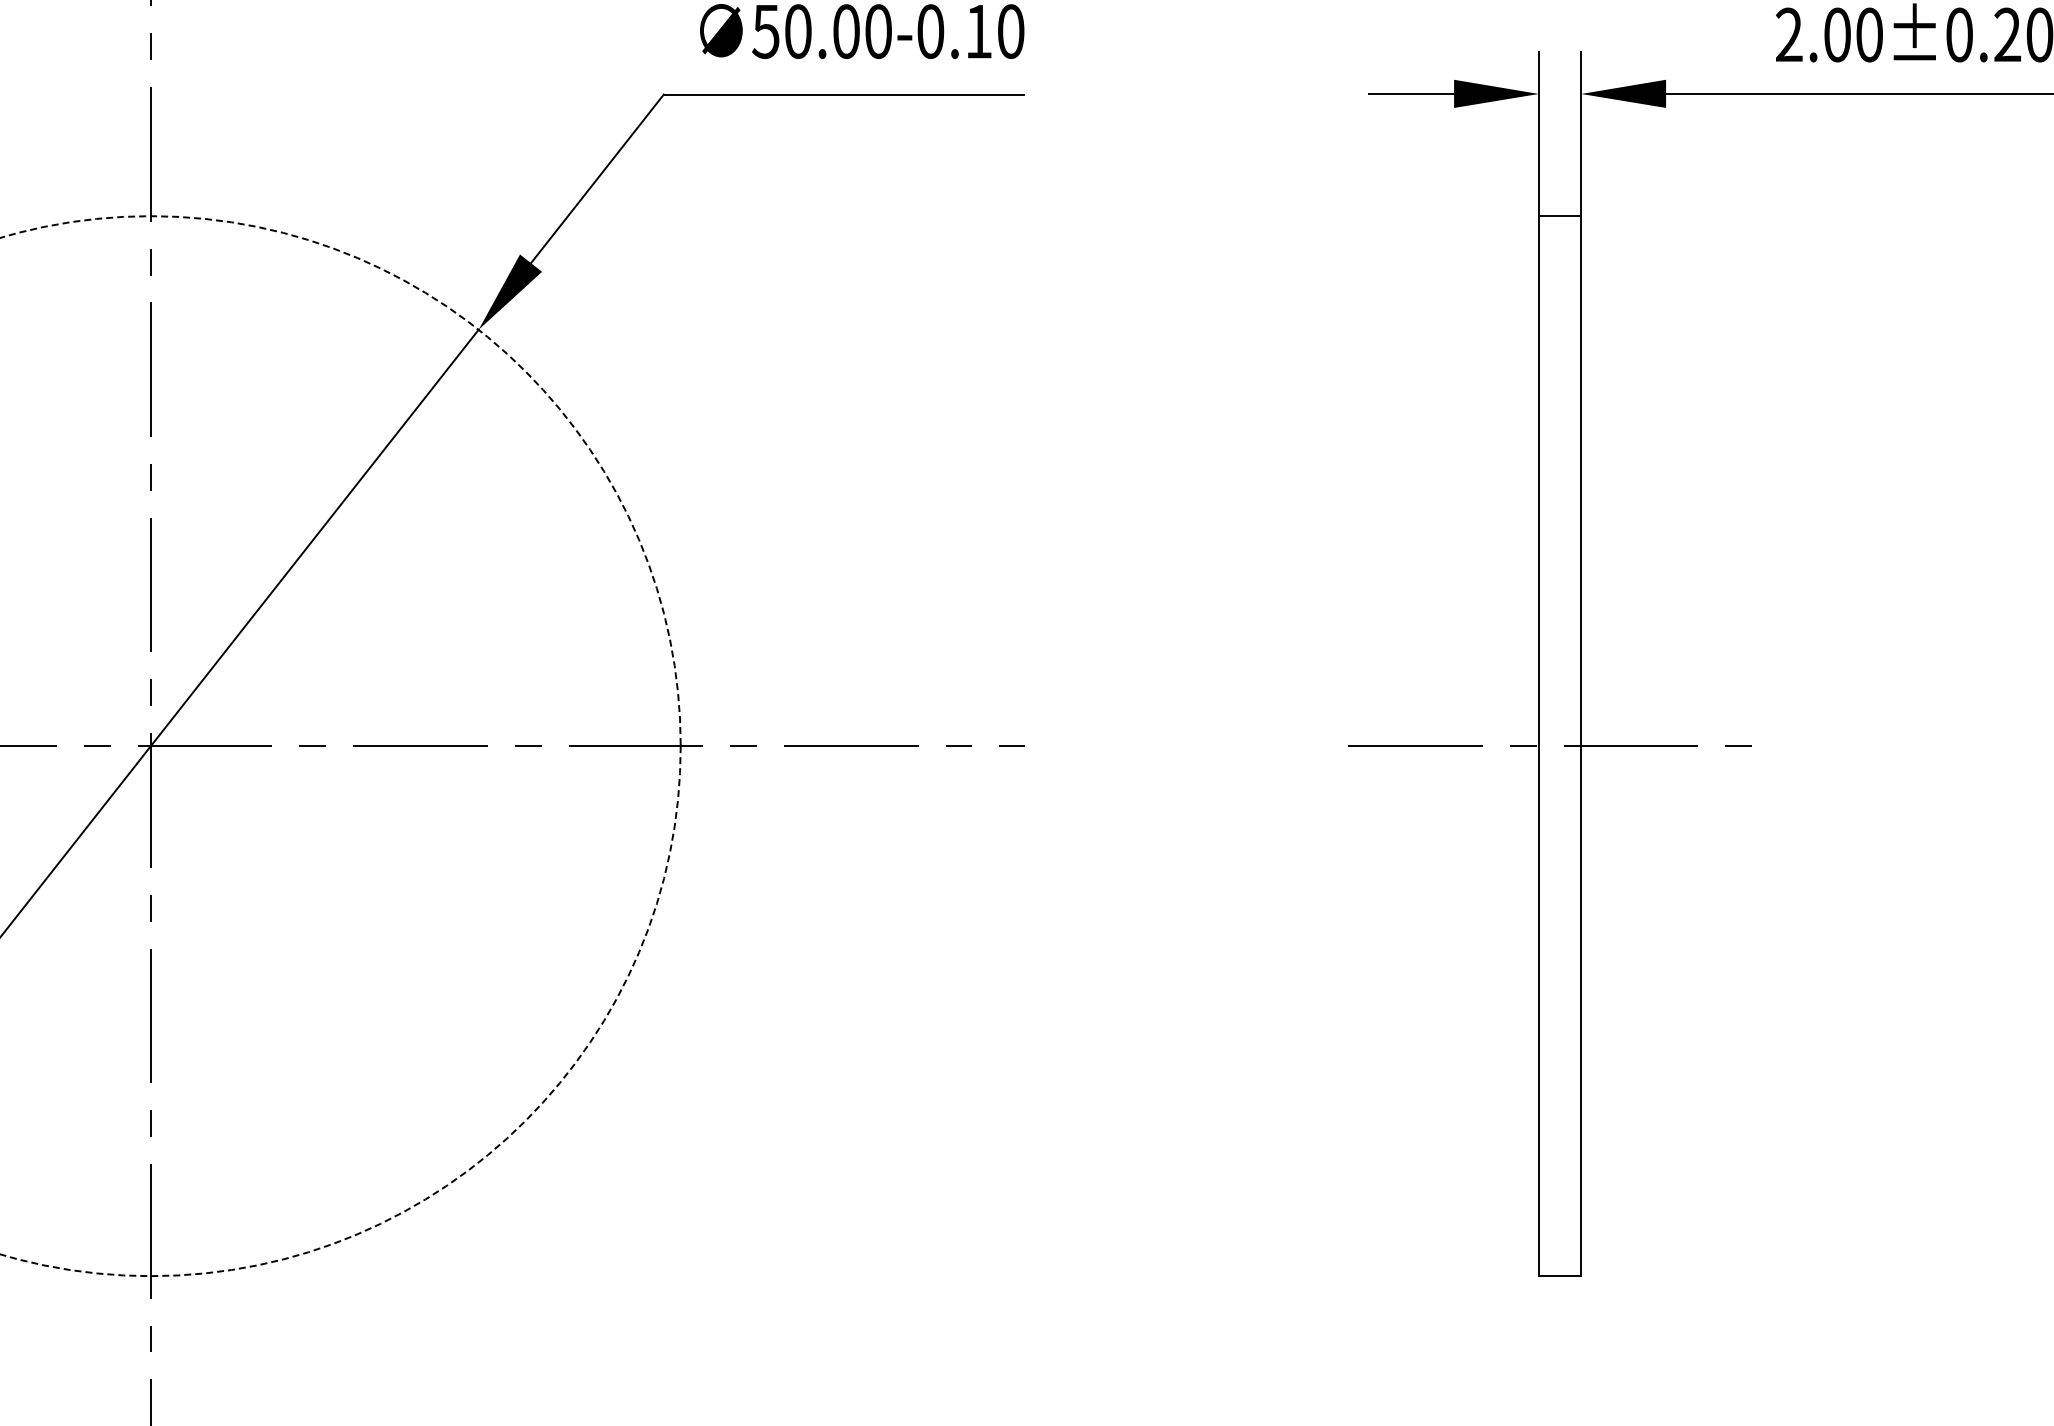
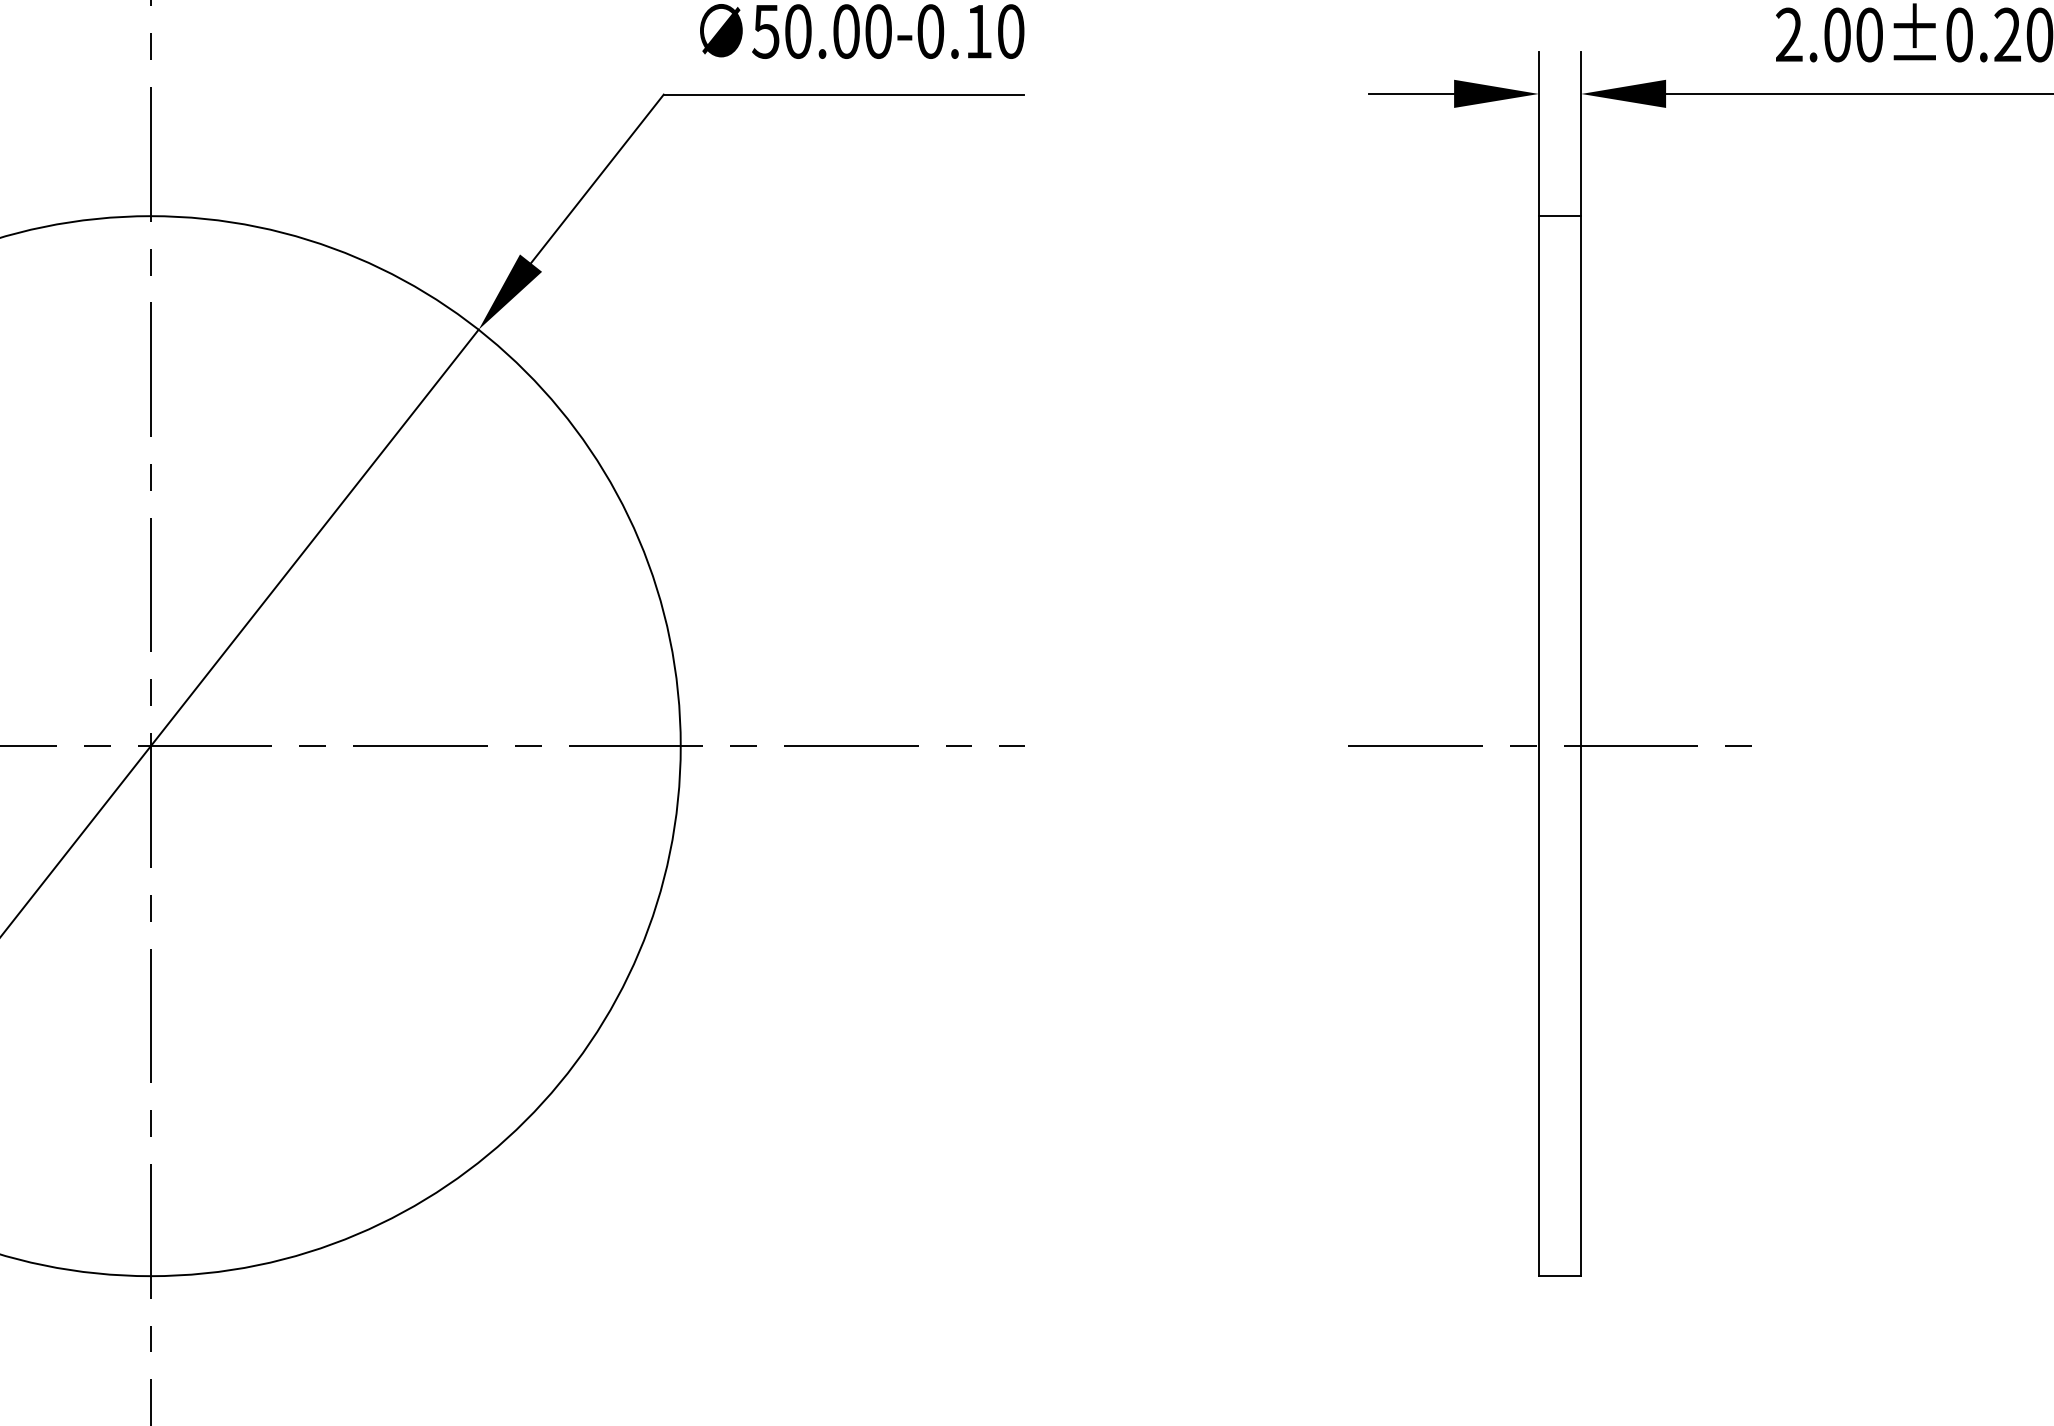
circle at (340, 746): dashed -> solid
